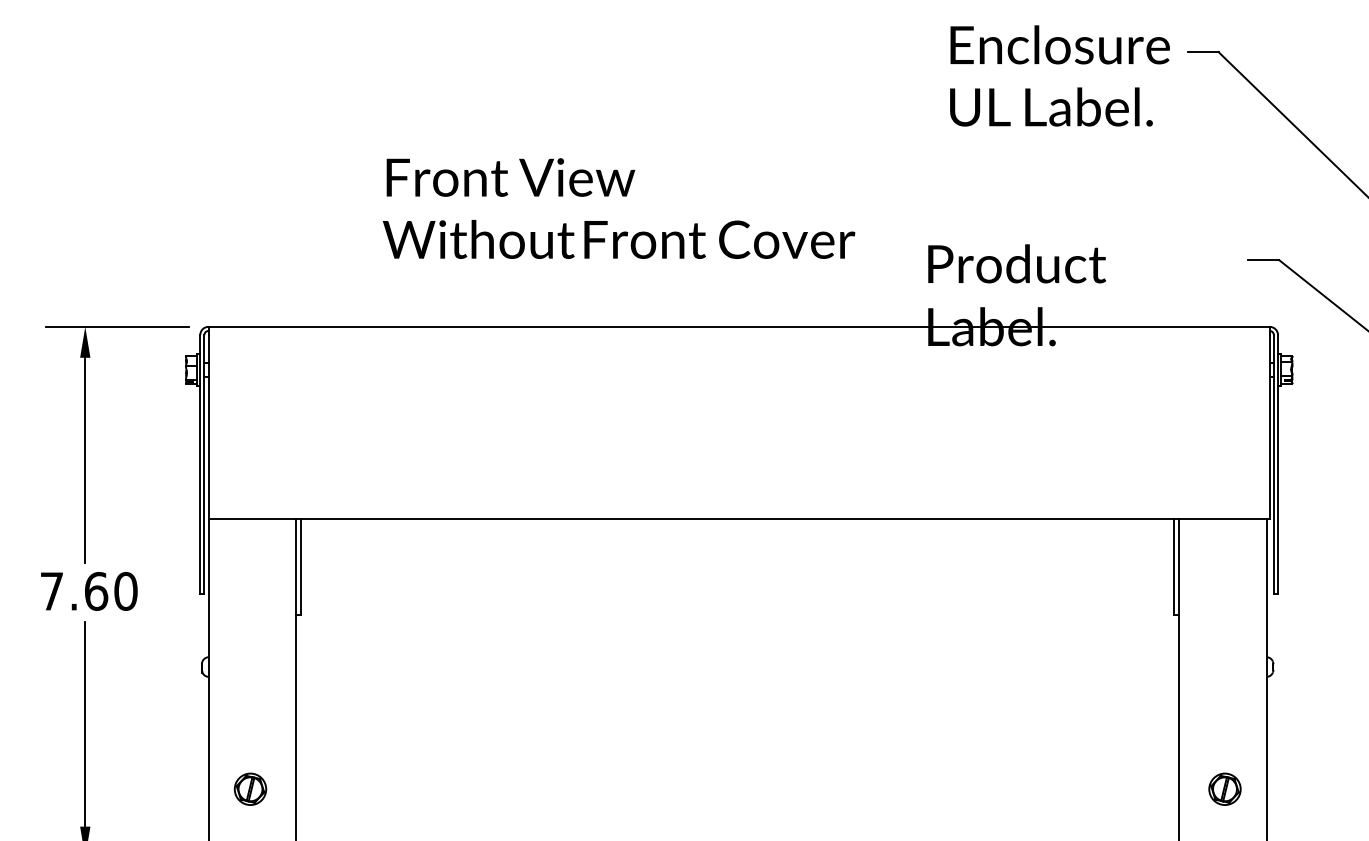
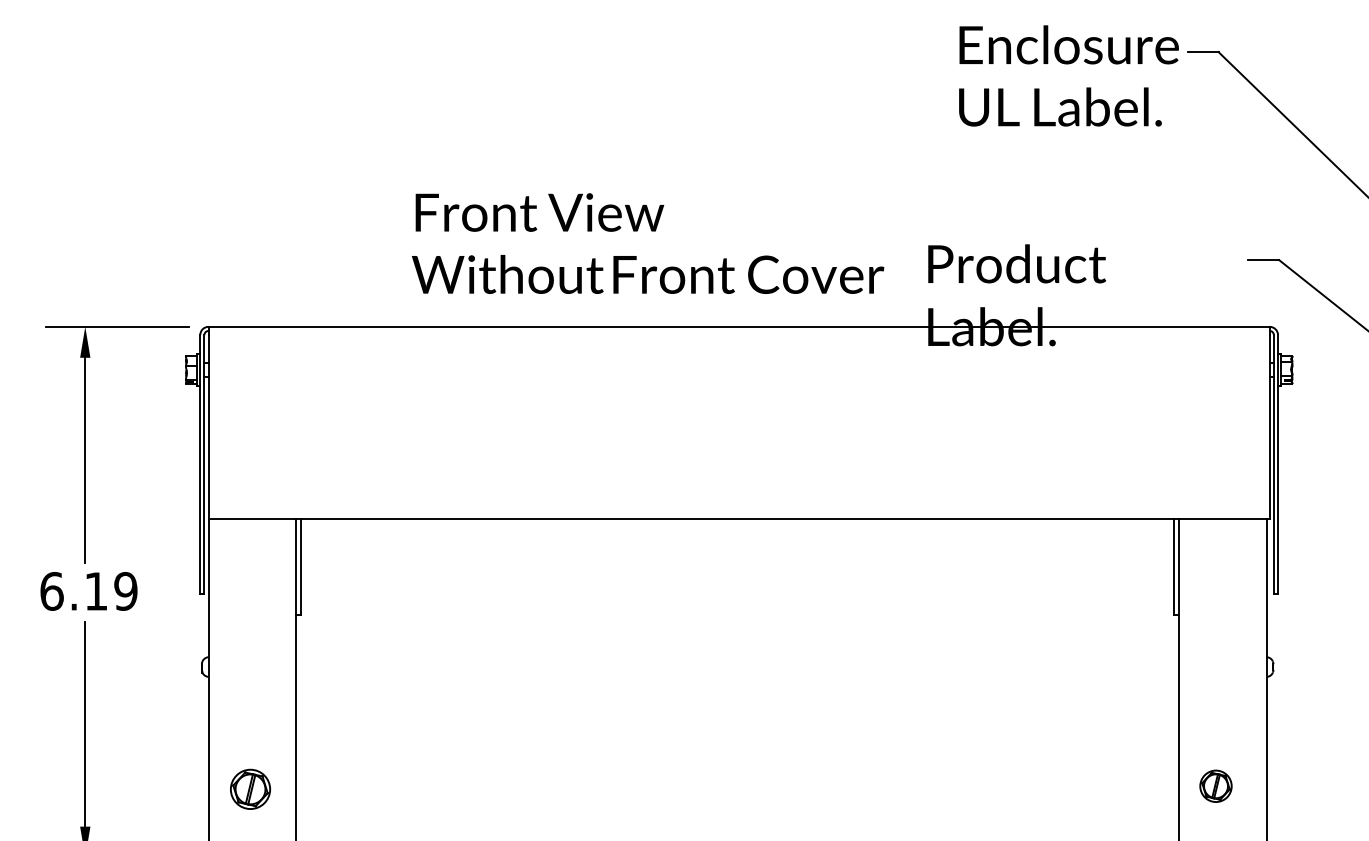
text at (1059, 75) position: (1059, 75) -> (1068, 75)
text at (619, 208) position: (619, 208) -> (648, 243)
text at (88, 591): 7.60 -> 6.19
part at (250, 788) size: 35x34 px -> 41x42 px
part at (1224, 788) position: (1224, 788) -> (1215, 785)
